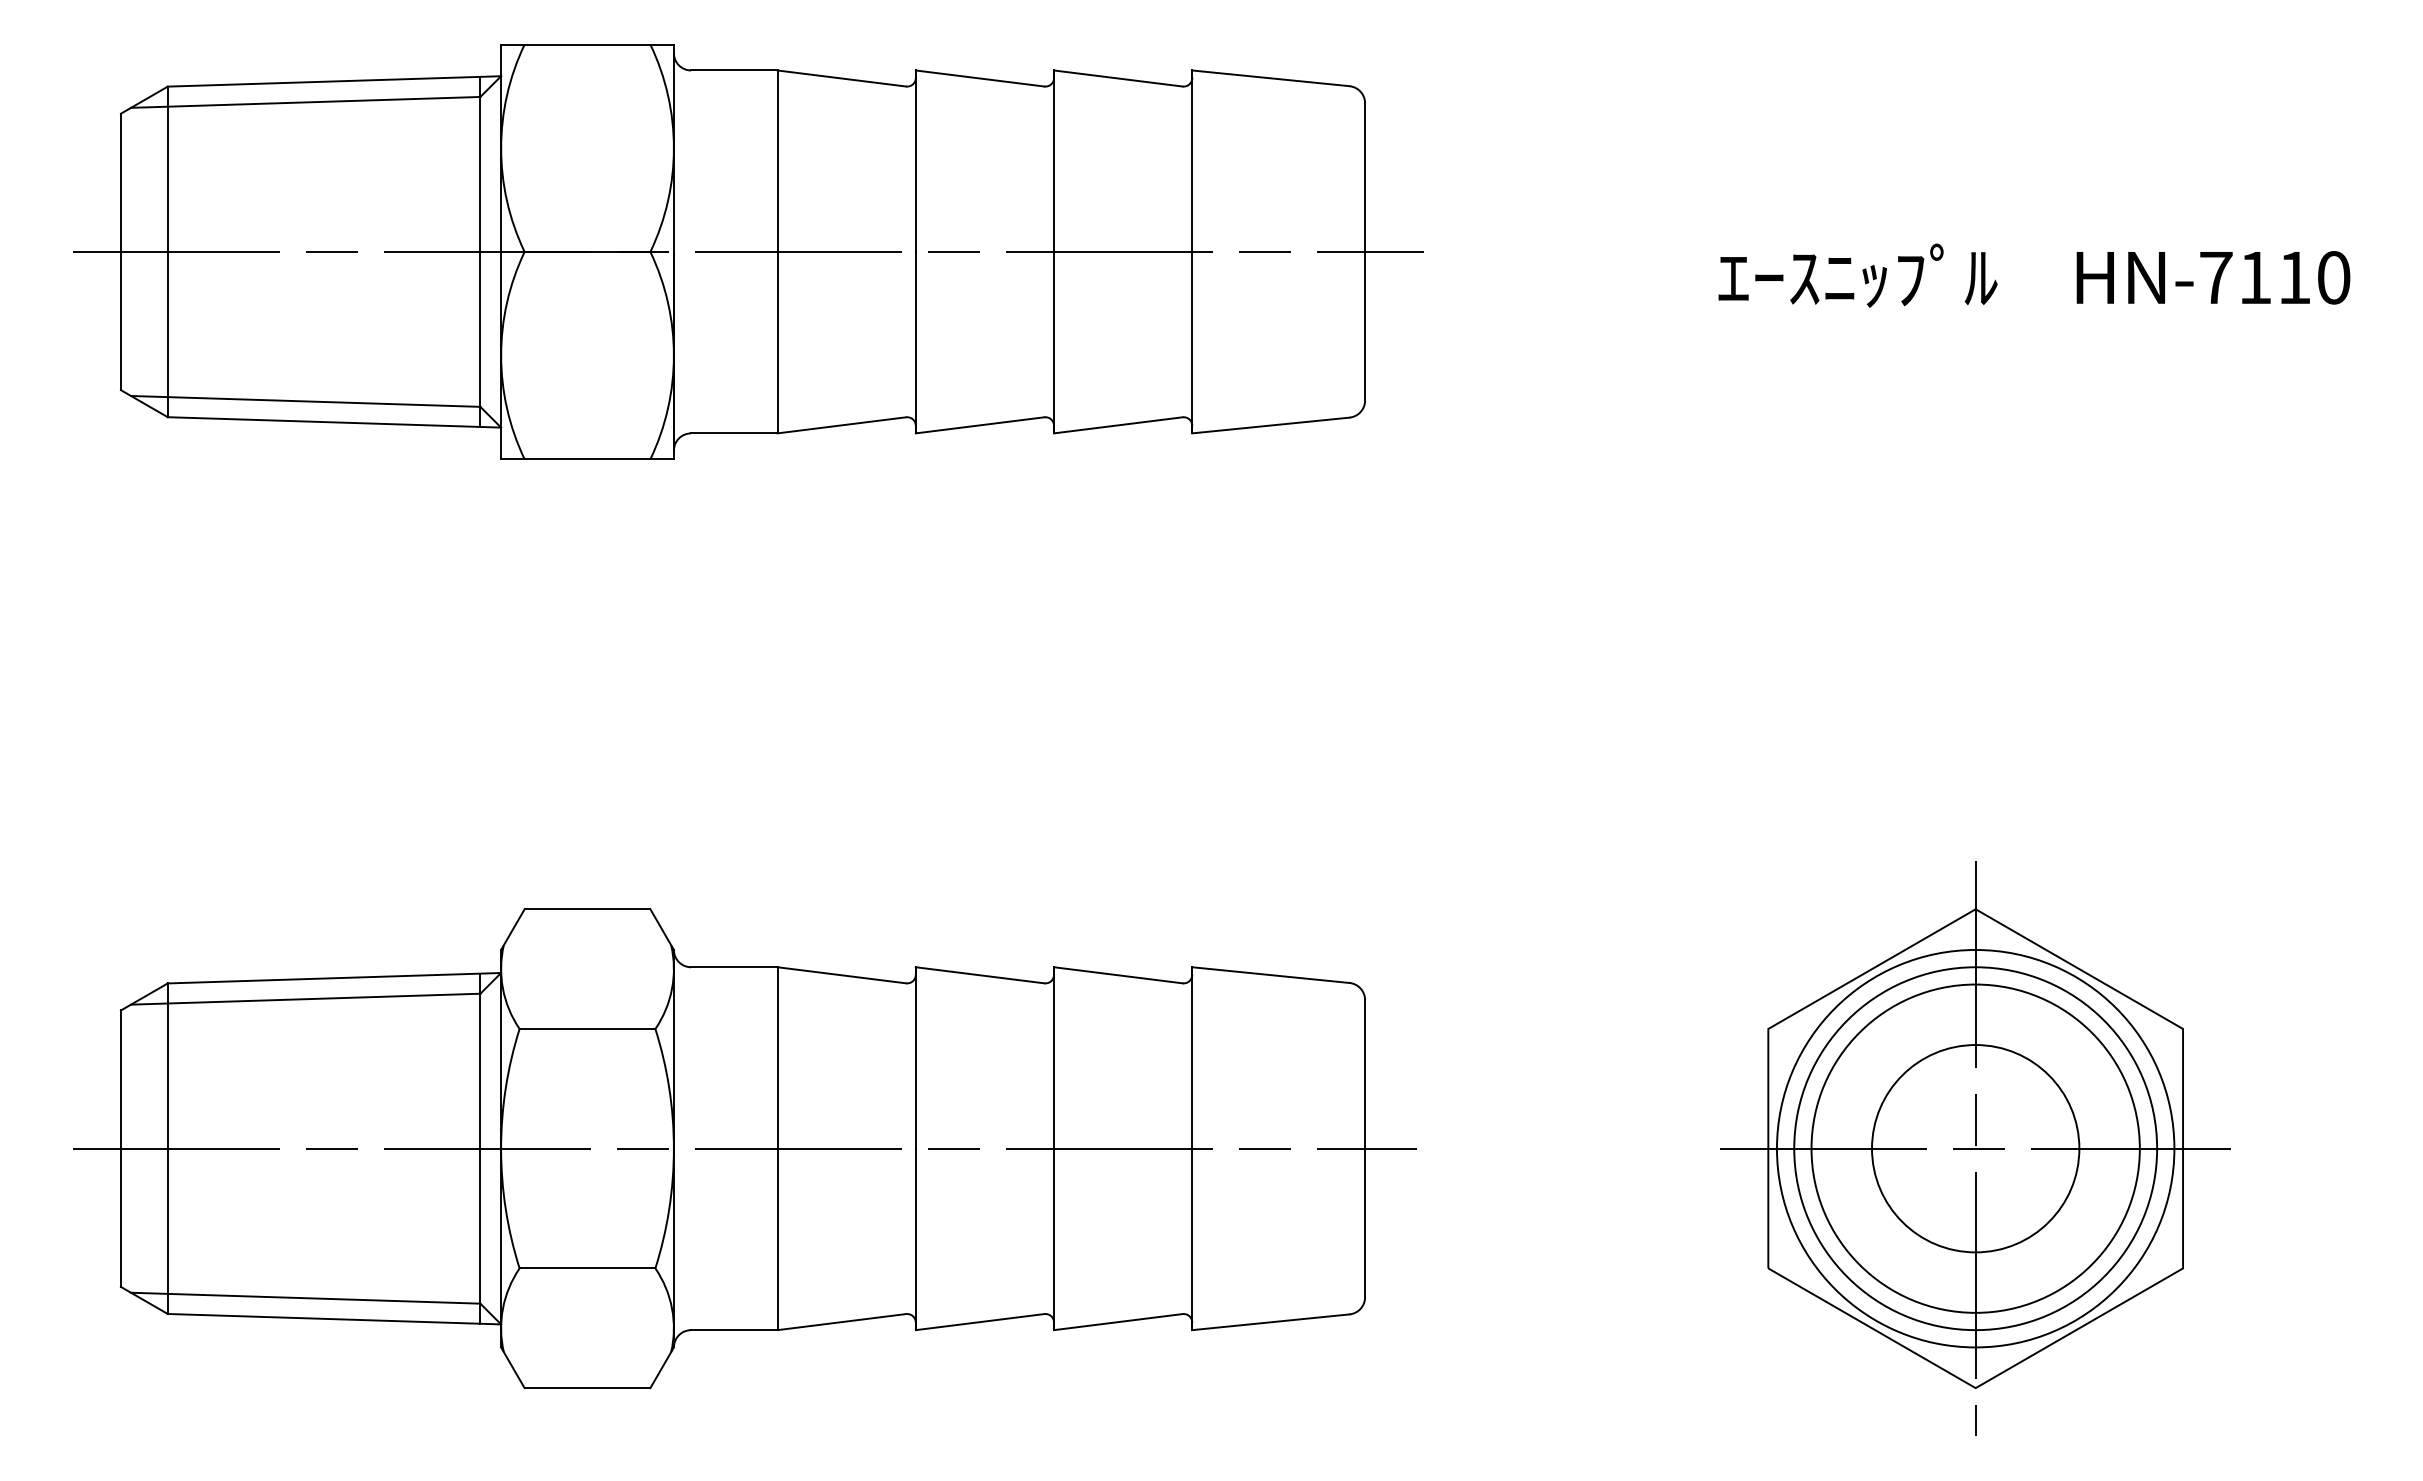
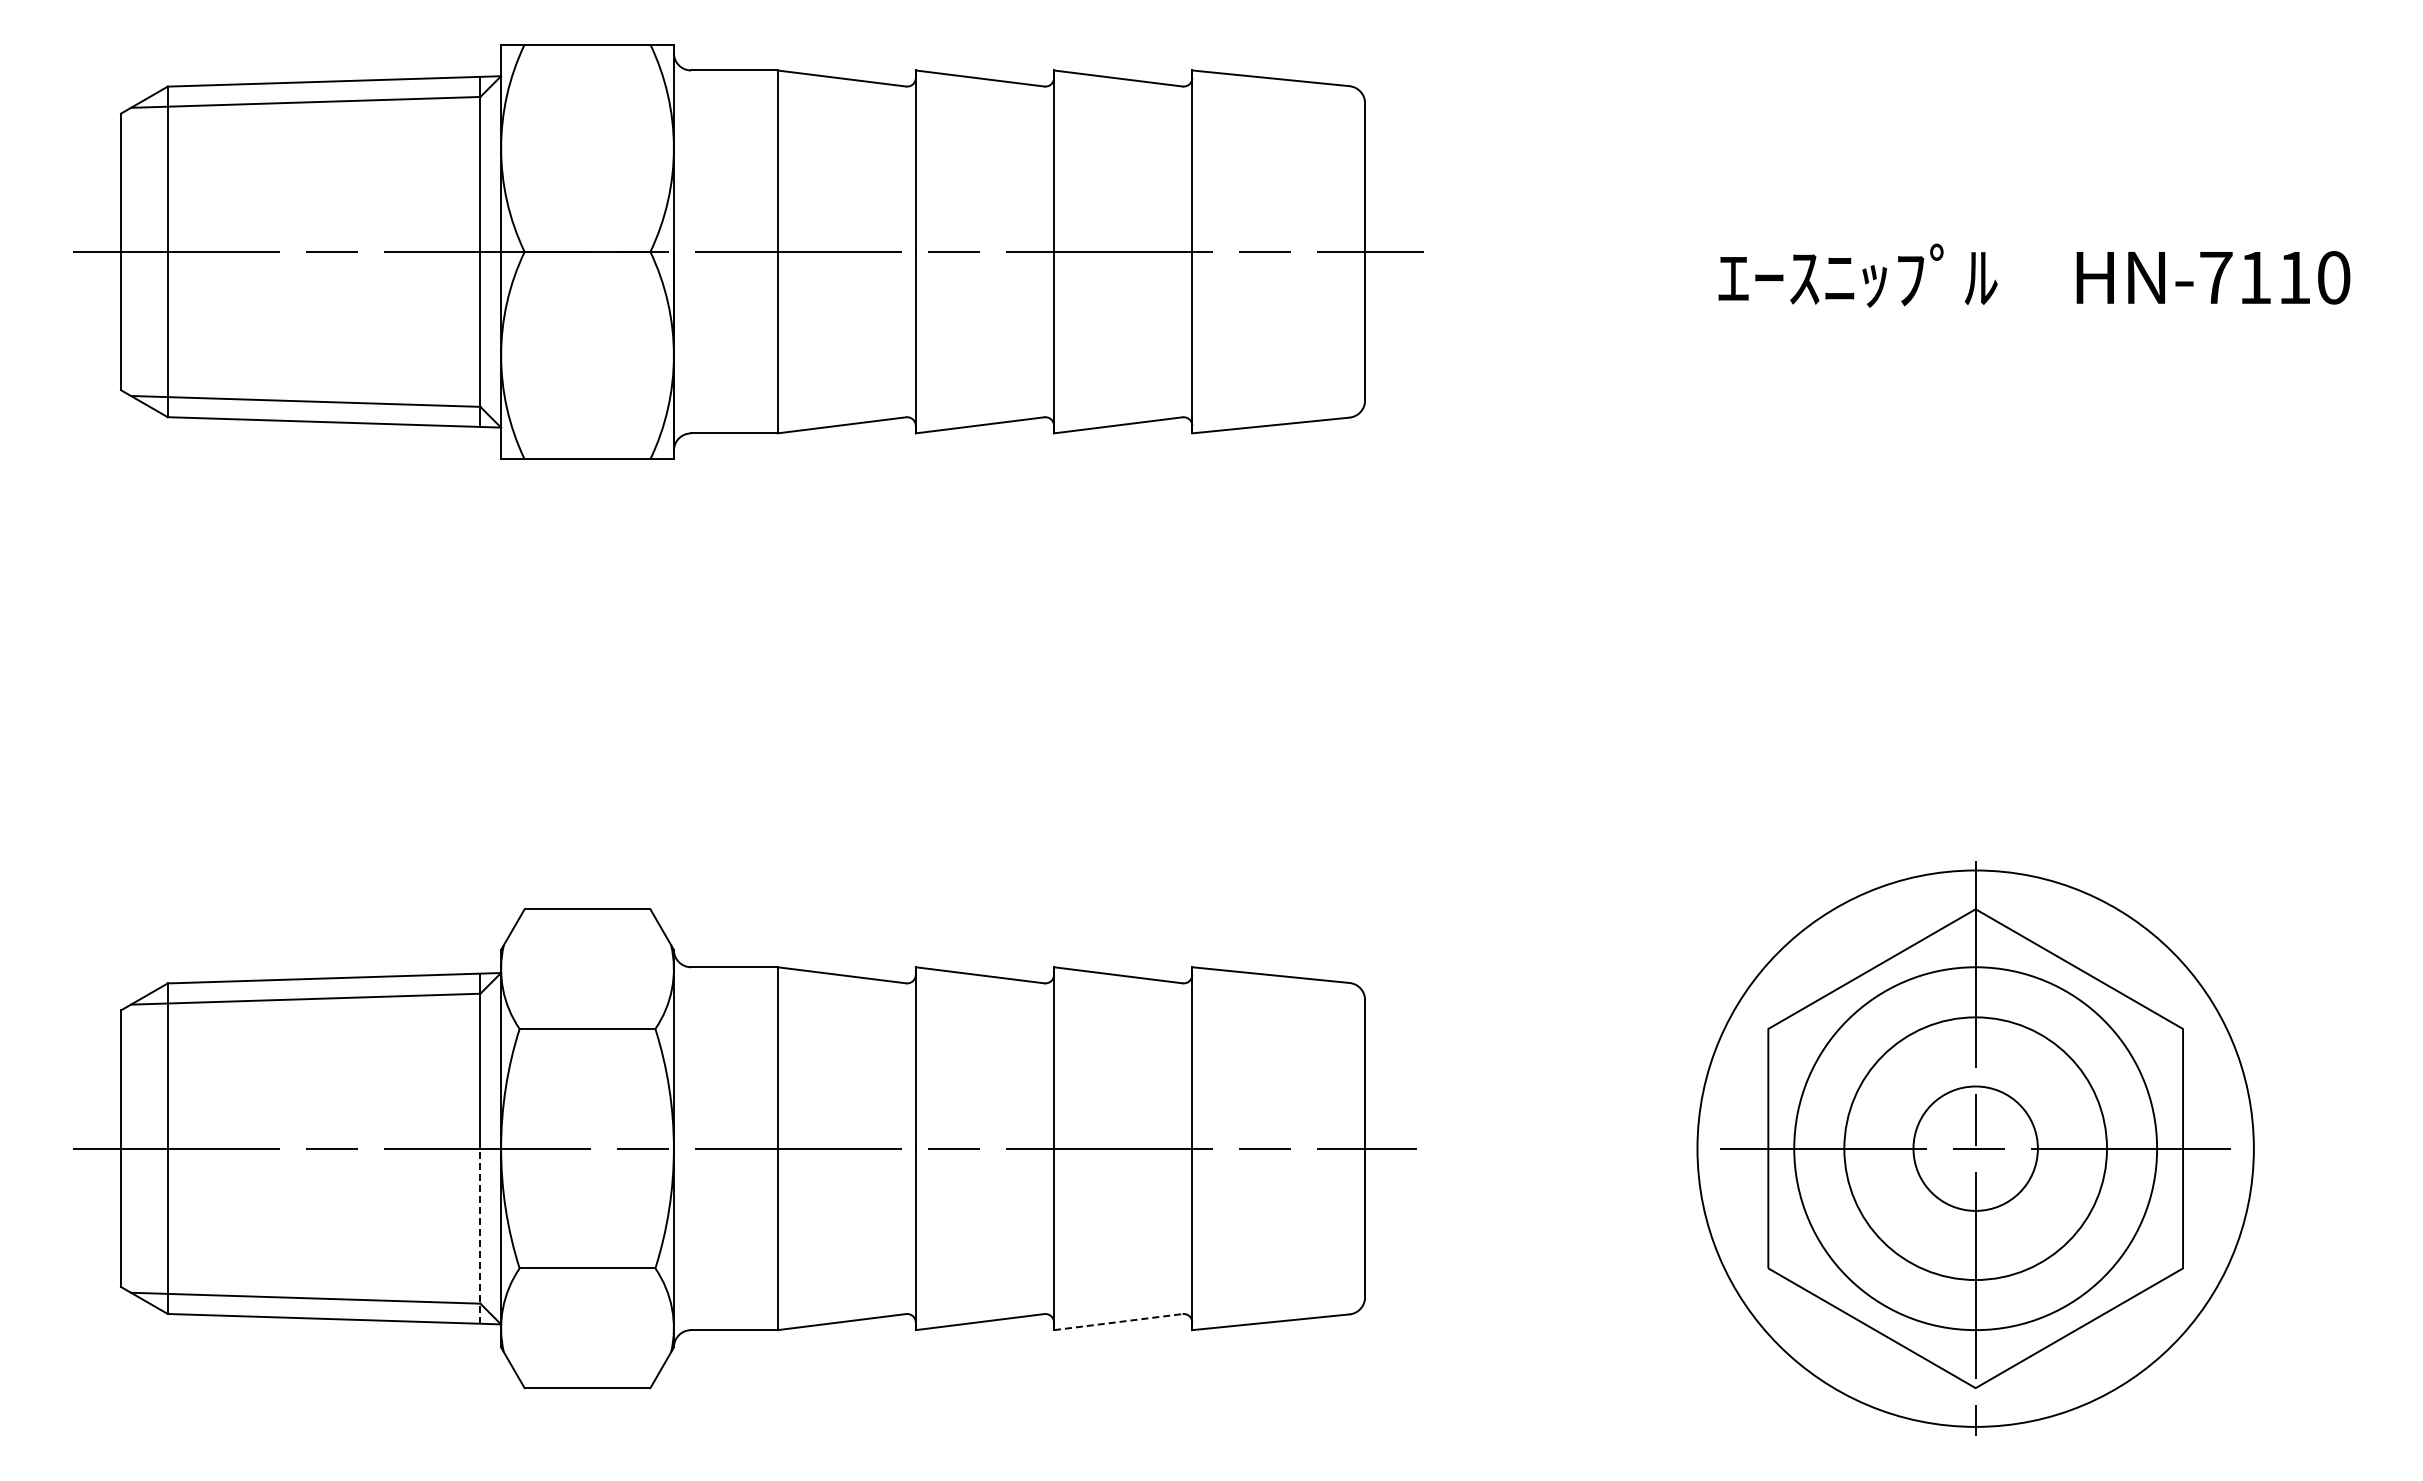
circle at (1975, 1148) diameter: 207 px -> 124 px
circle at (1975, 1148) diameter: 328 px -> 263 px
circle at (1975, 1148) diameter: 397 px -> 556 px
line at (480, 1236): solid -> dashed
line at (1118, 1322): solid -> dashed
